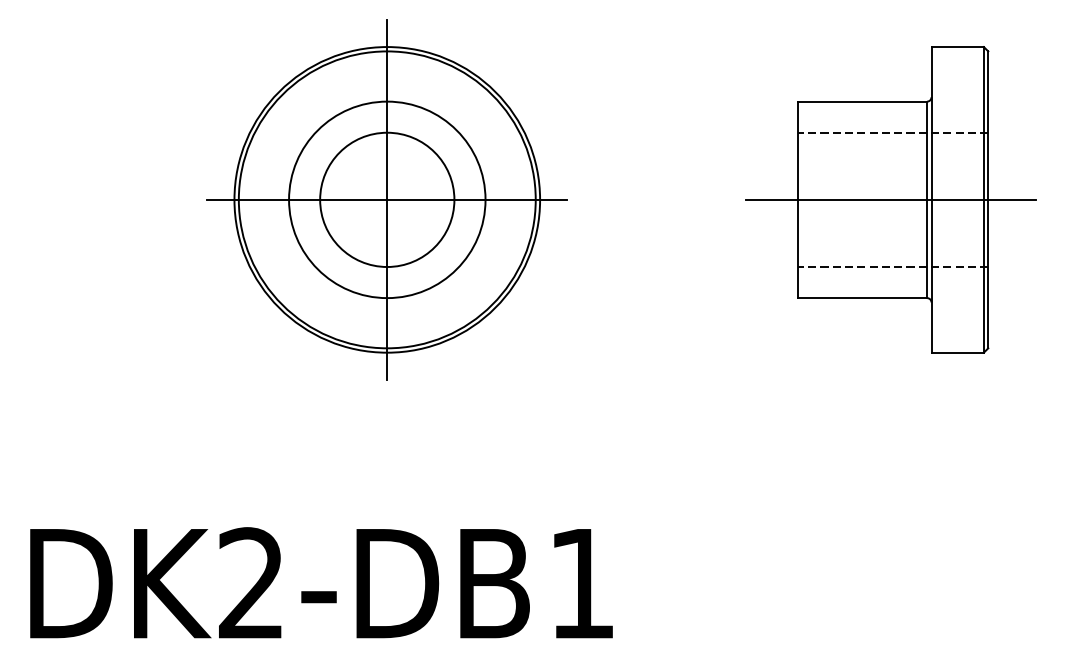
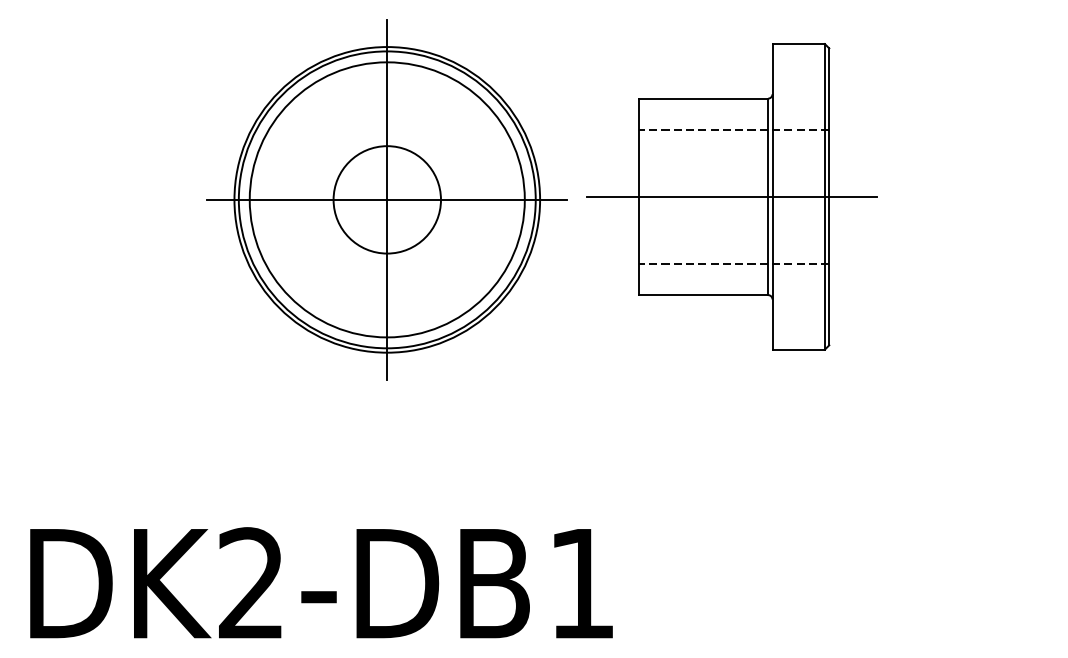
circle at (387, 199) diameter: 134 px -> 107 px
circle at (387, 199) diameter: 196 px -> 275 px
part at (890, 199) position: (890, 199) -> (731, 196)
